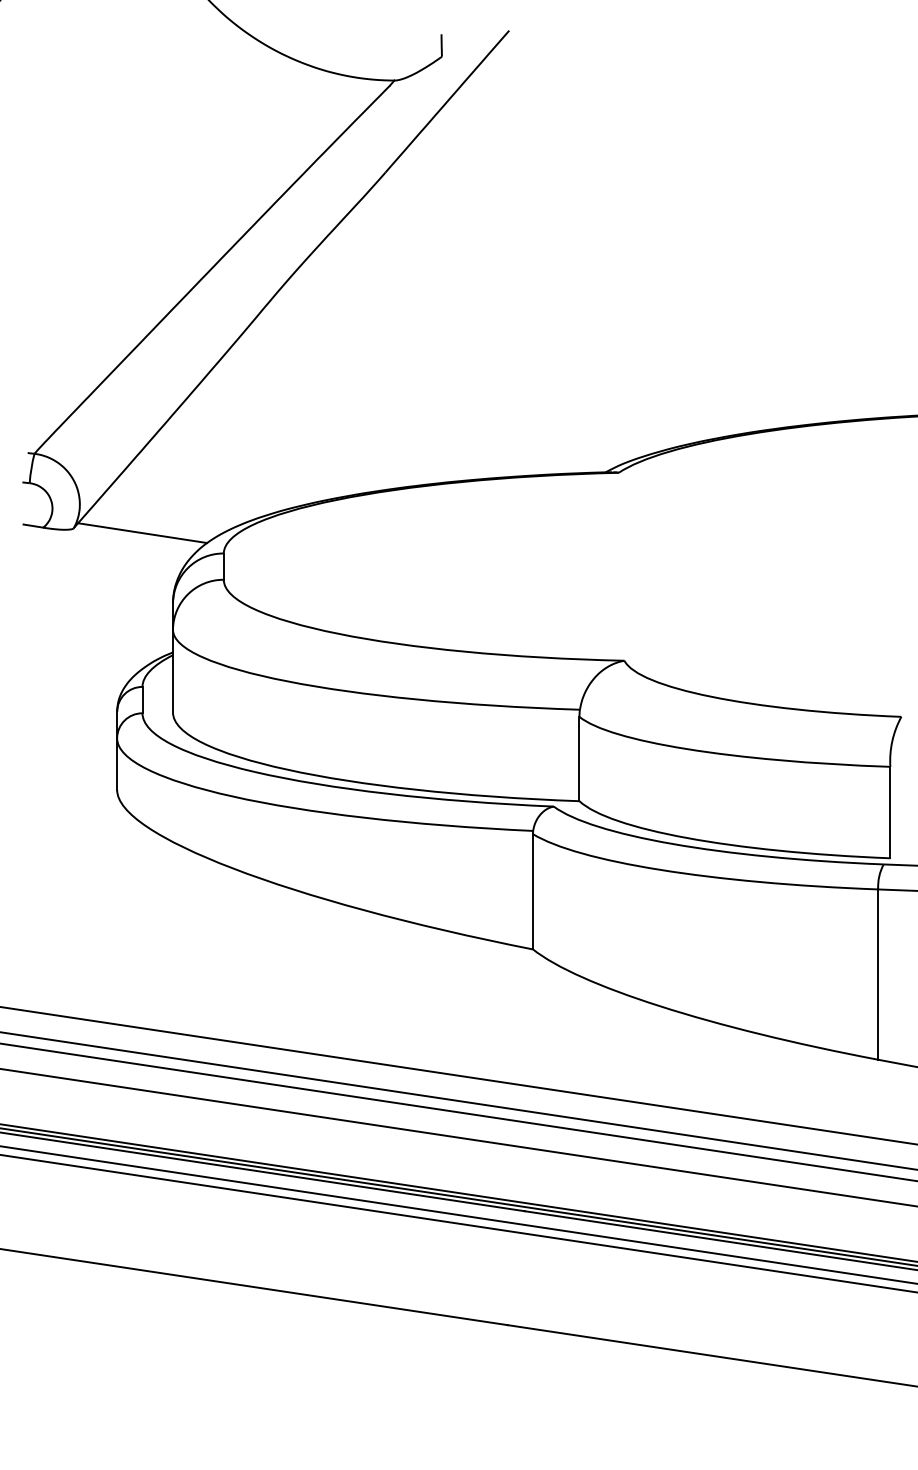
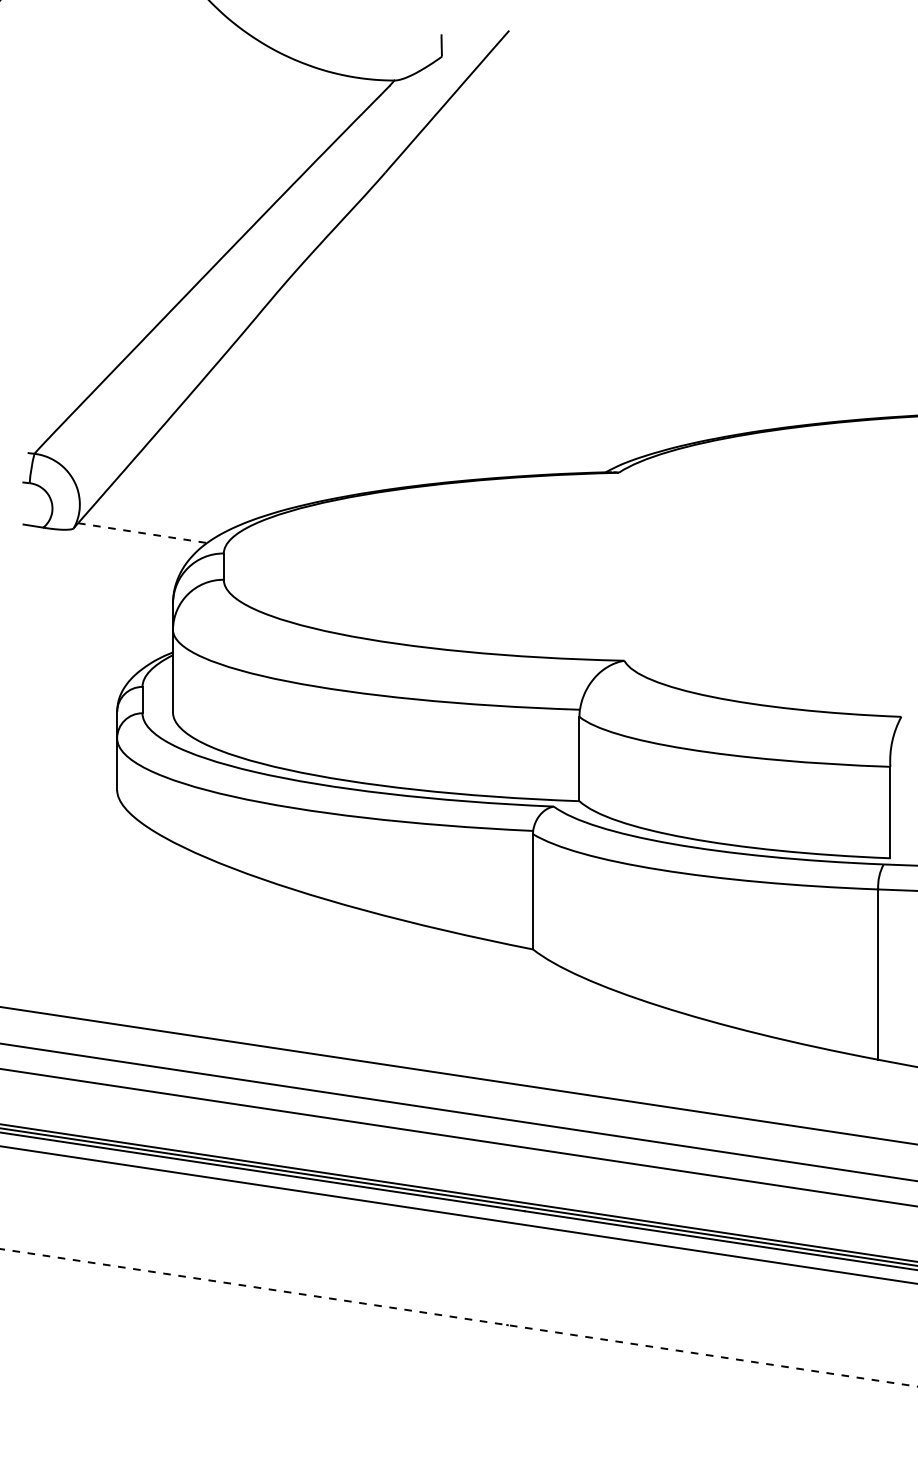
line at (143, 533): solid -> dashed
line at (458, 1100): present -> none
line at (458, 1223): present -> none
line at (459, 1317): solid -> dashed
